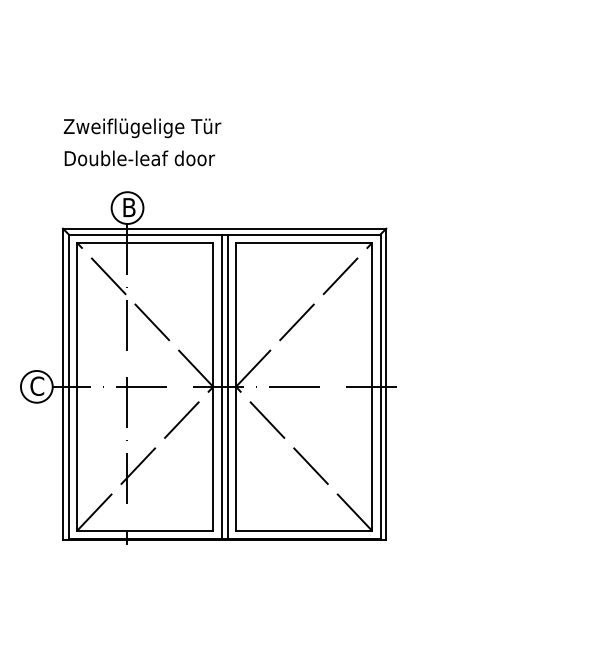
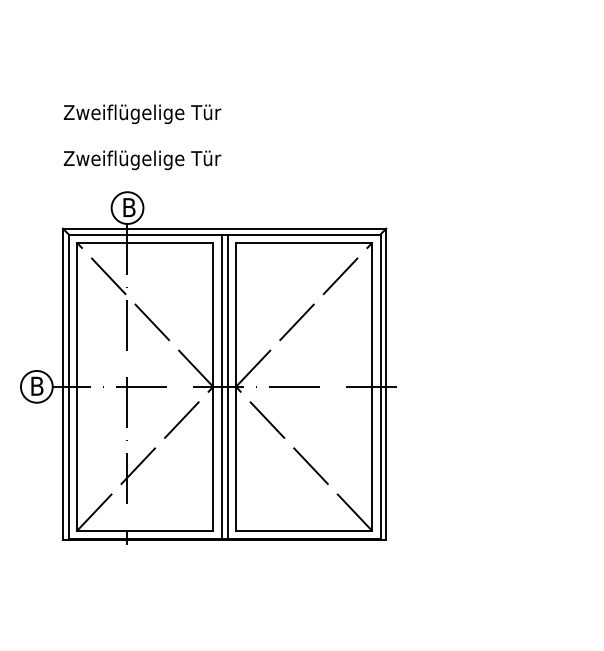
text at (142, 128) position: (142, 128) -> (142, 114)
text at (142, 160): Double-leaf door -> Zweiflügelige Tür
text at (37, 386): C -> B
